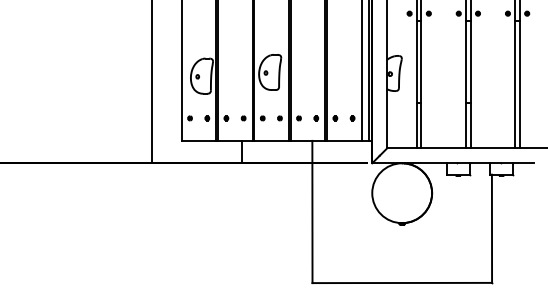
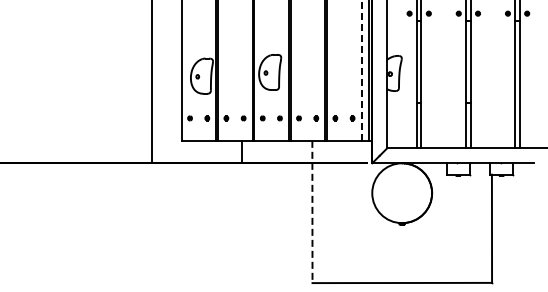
line at (361, 70): solid -> dashed
line at (312, 212): solid -> dashed
